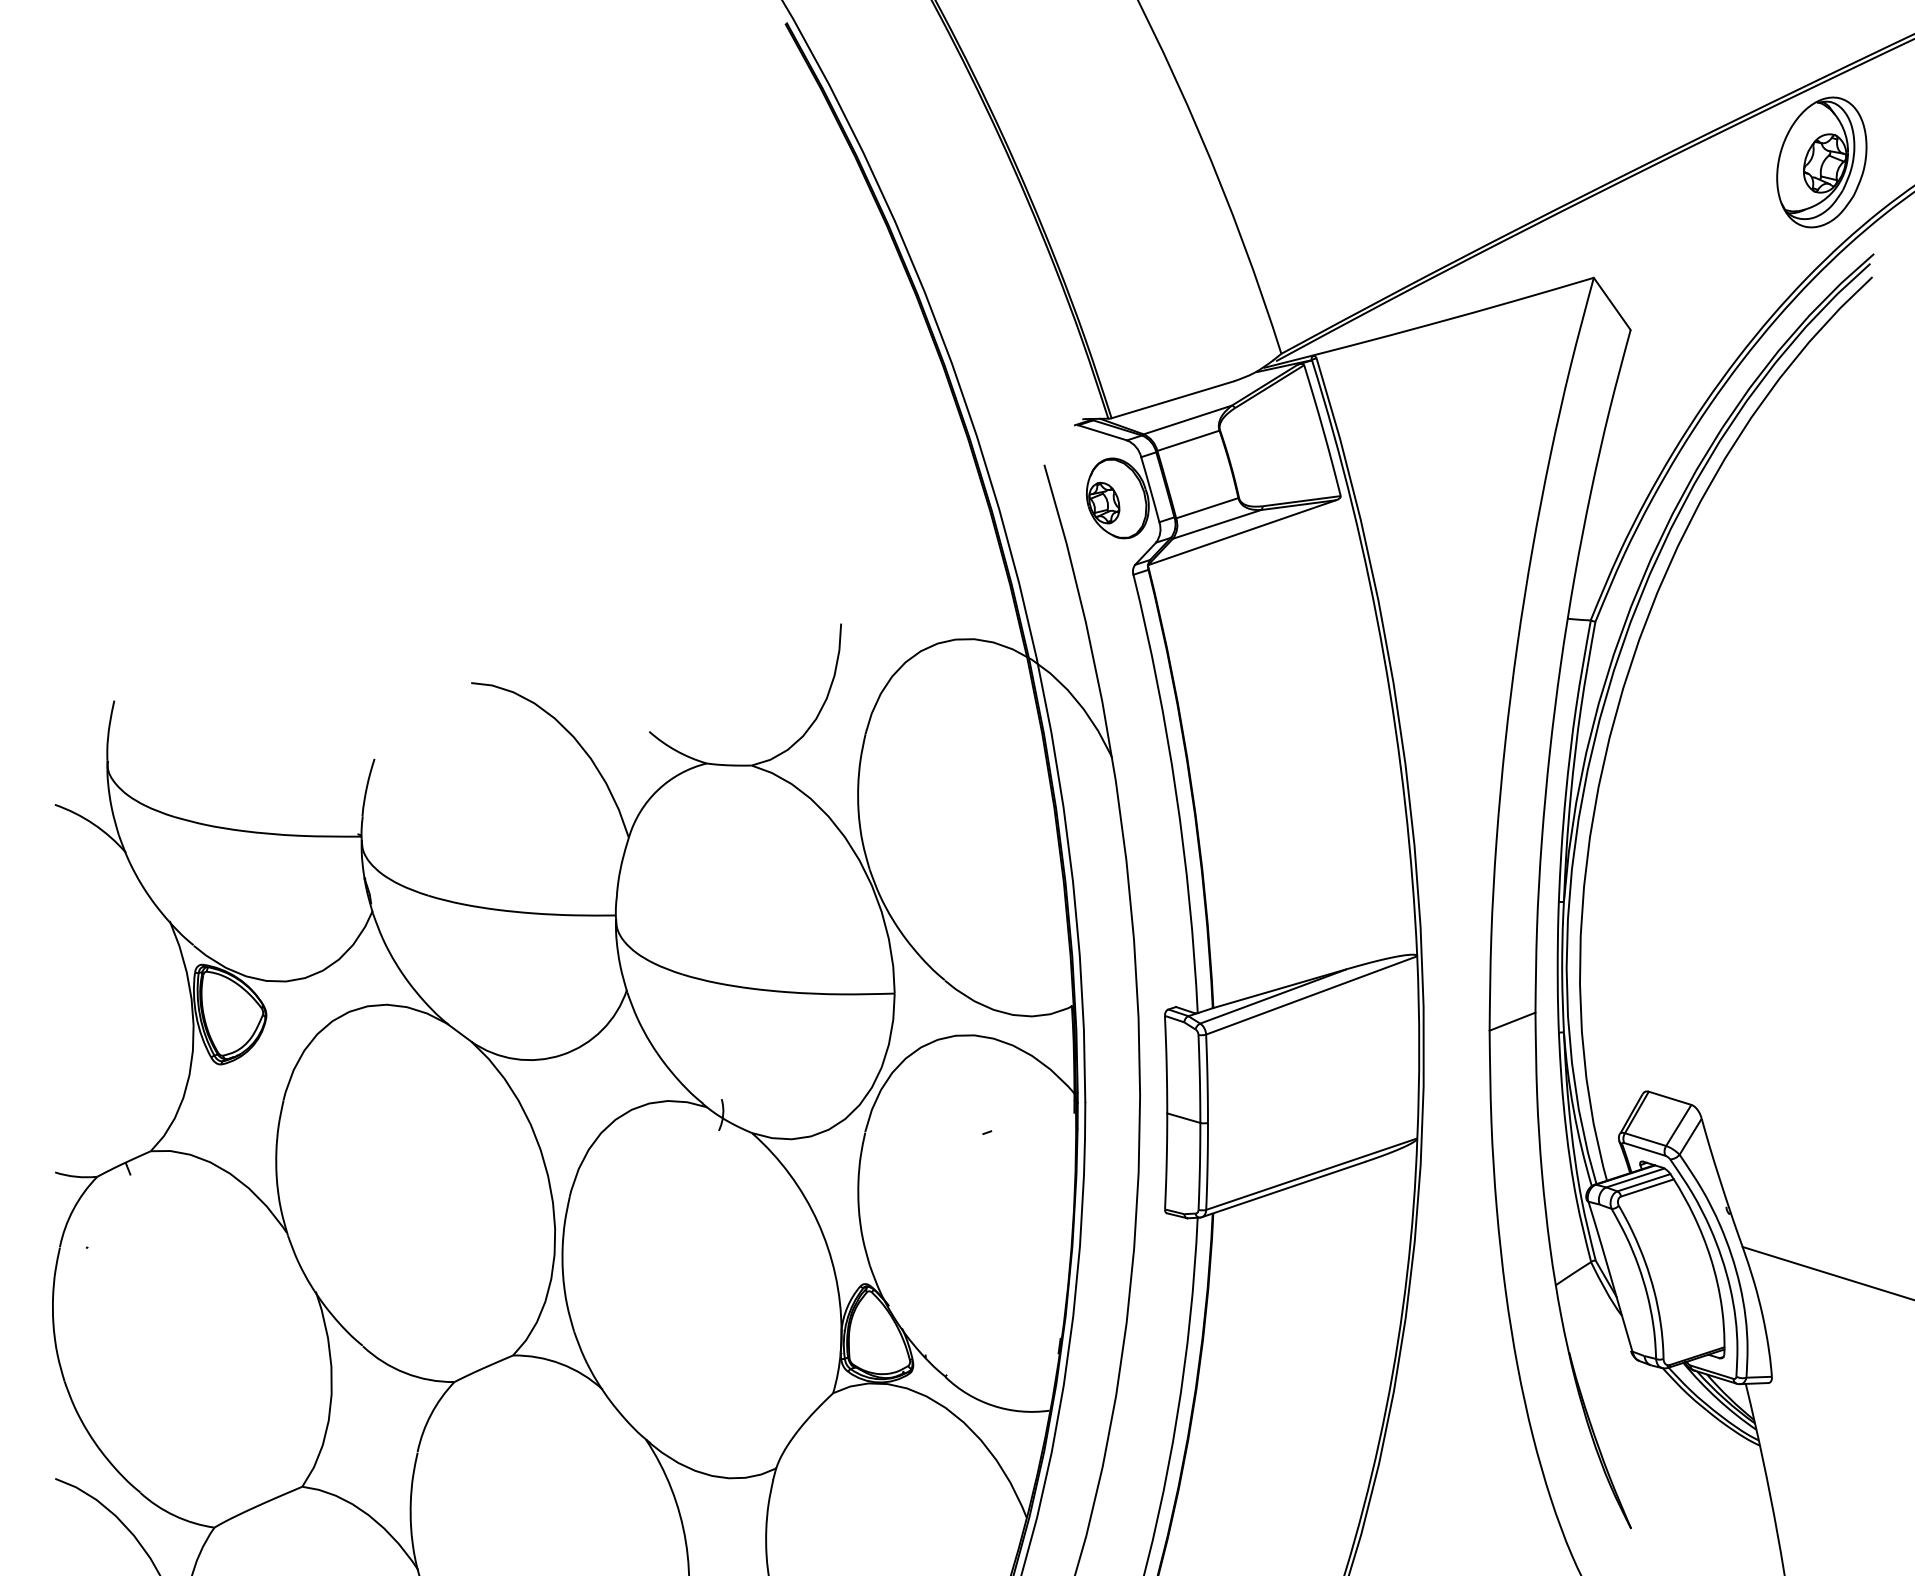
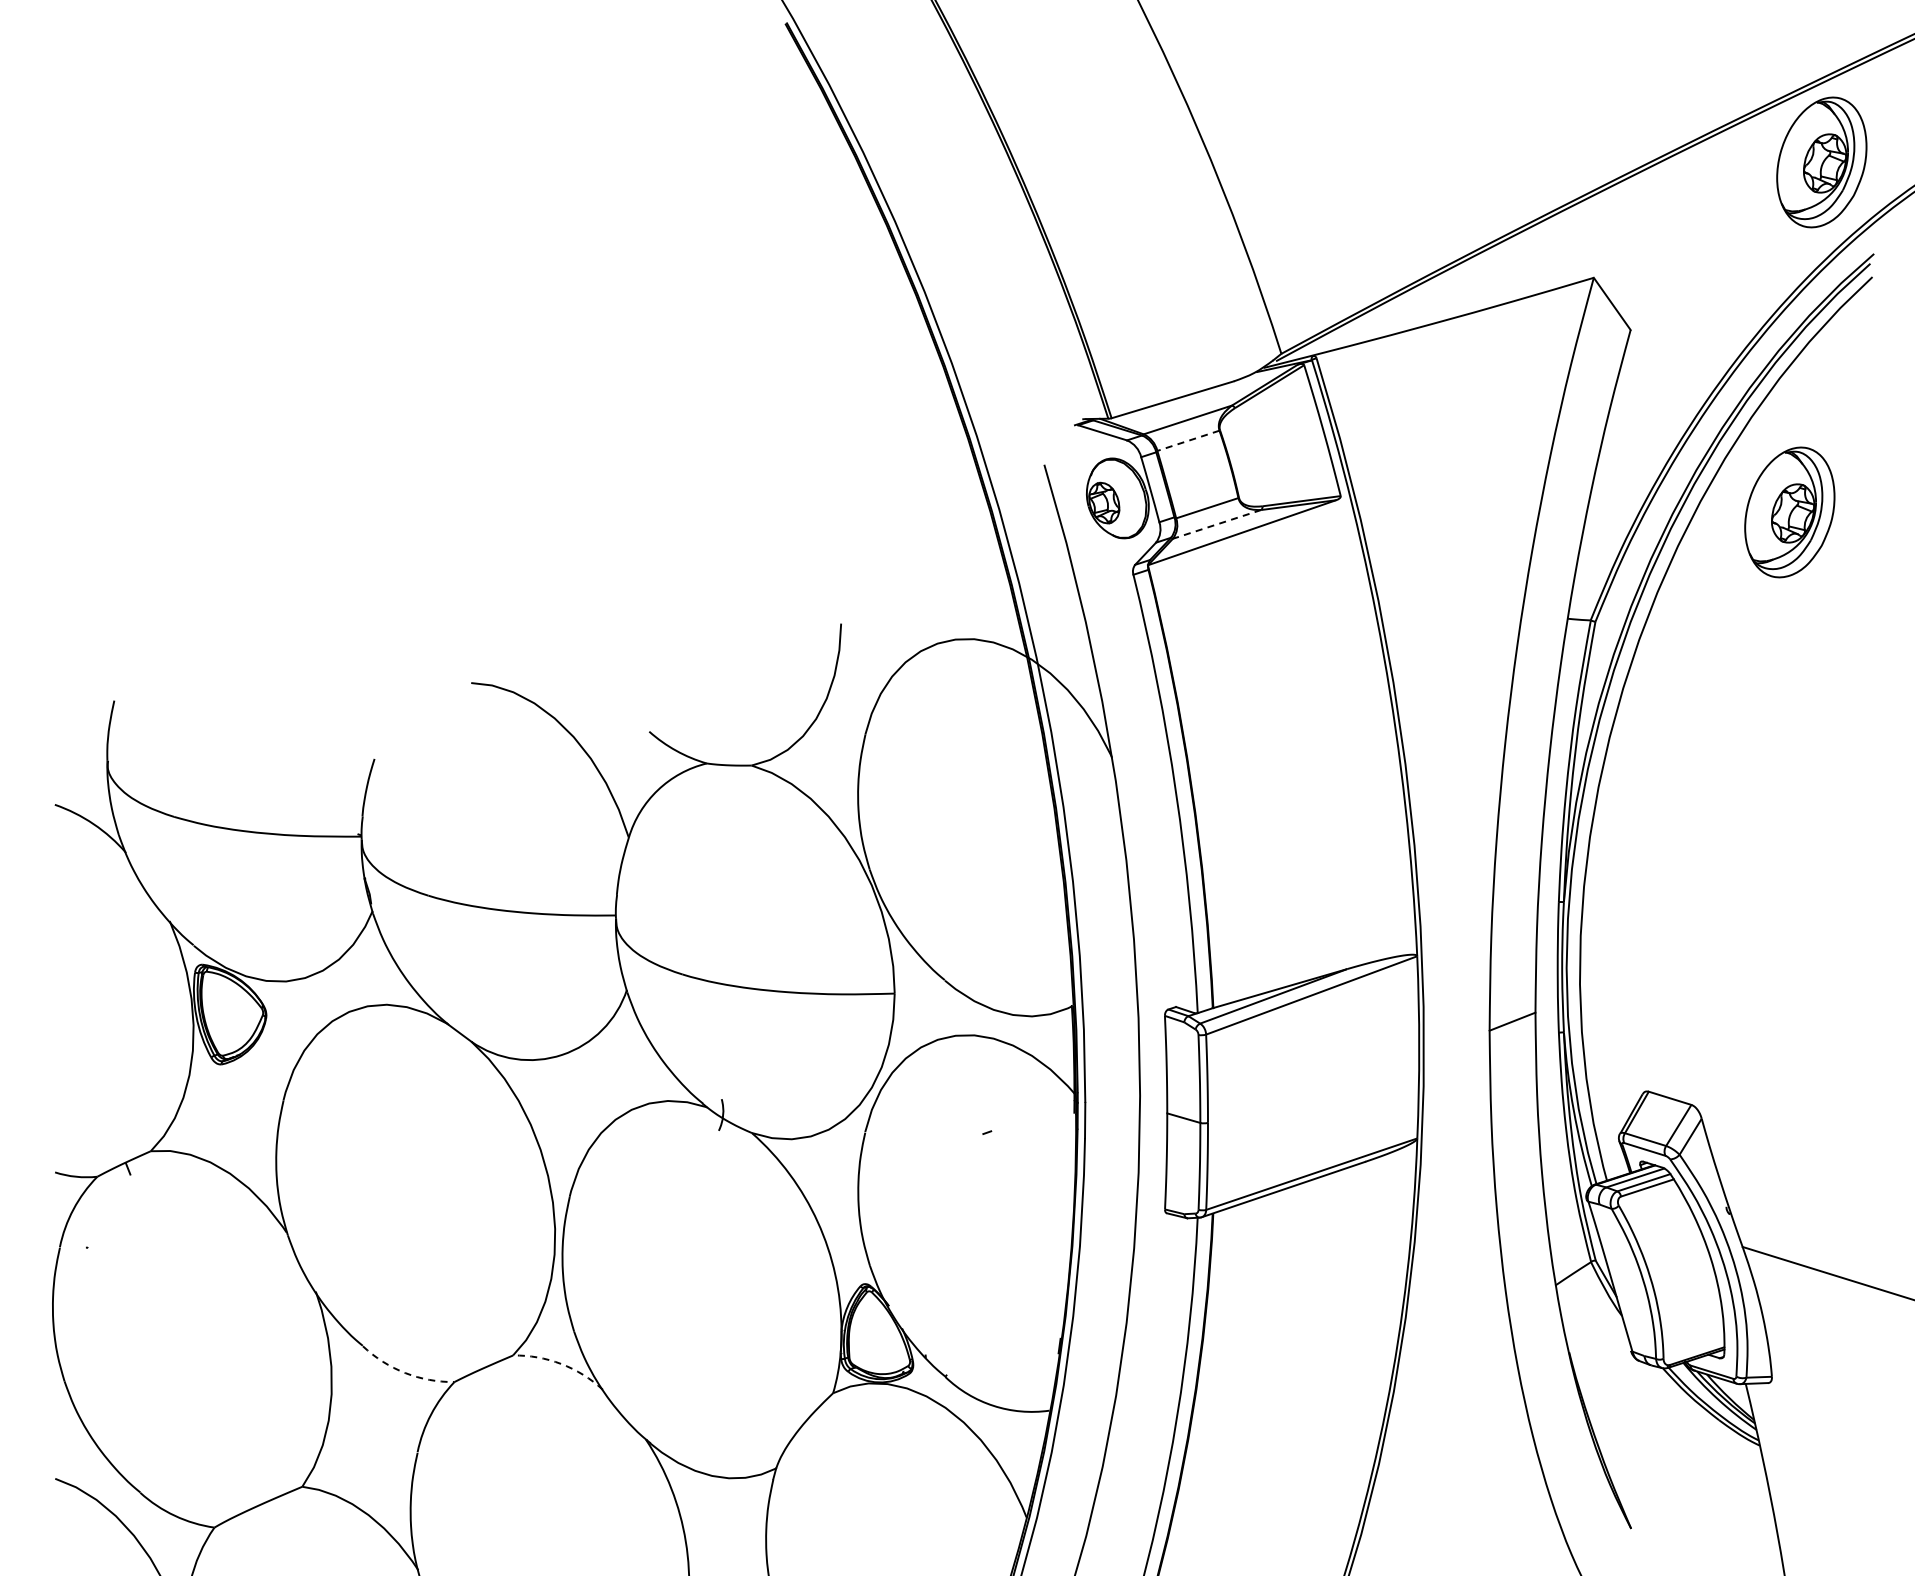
line at (1188, 440): solid -> dashed
part at (1789, 512): none -> present
line at (1216, 524): solid -> dashed
arc at (561, 1364): solid -> dashed
arc at (405, 1373): solid -> dashed
